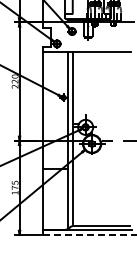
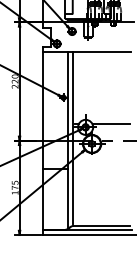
line at (110, 124): none -> present
line at (89, 234): dashed -> solid
